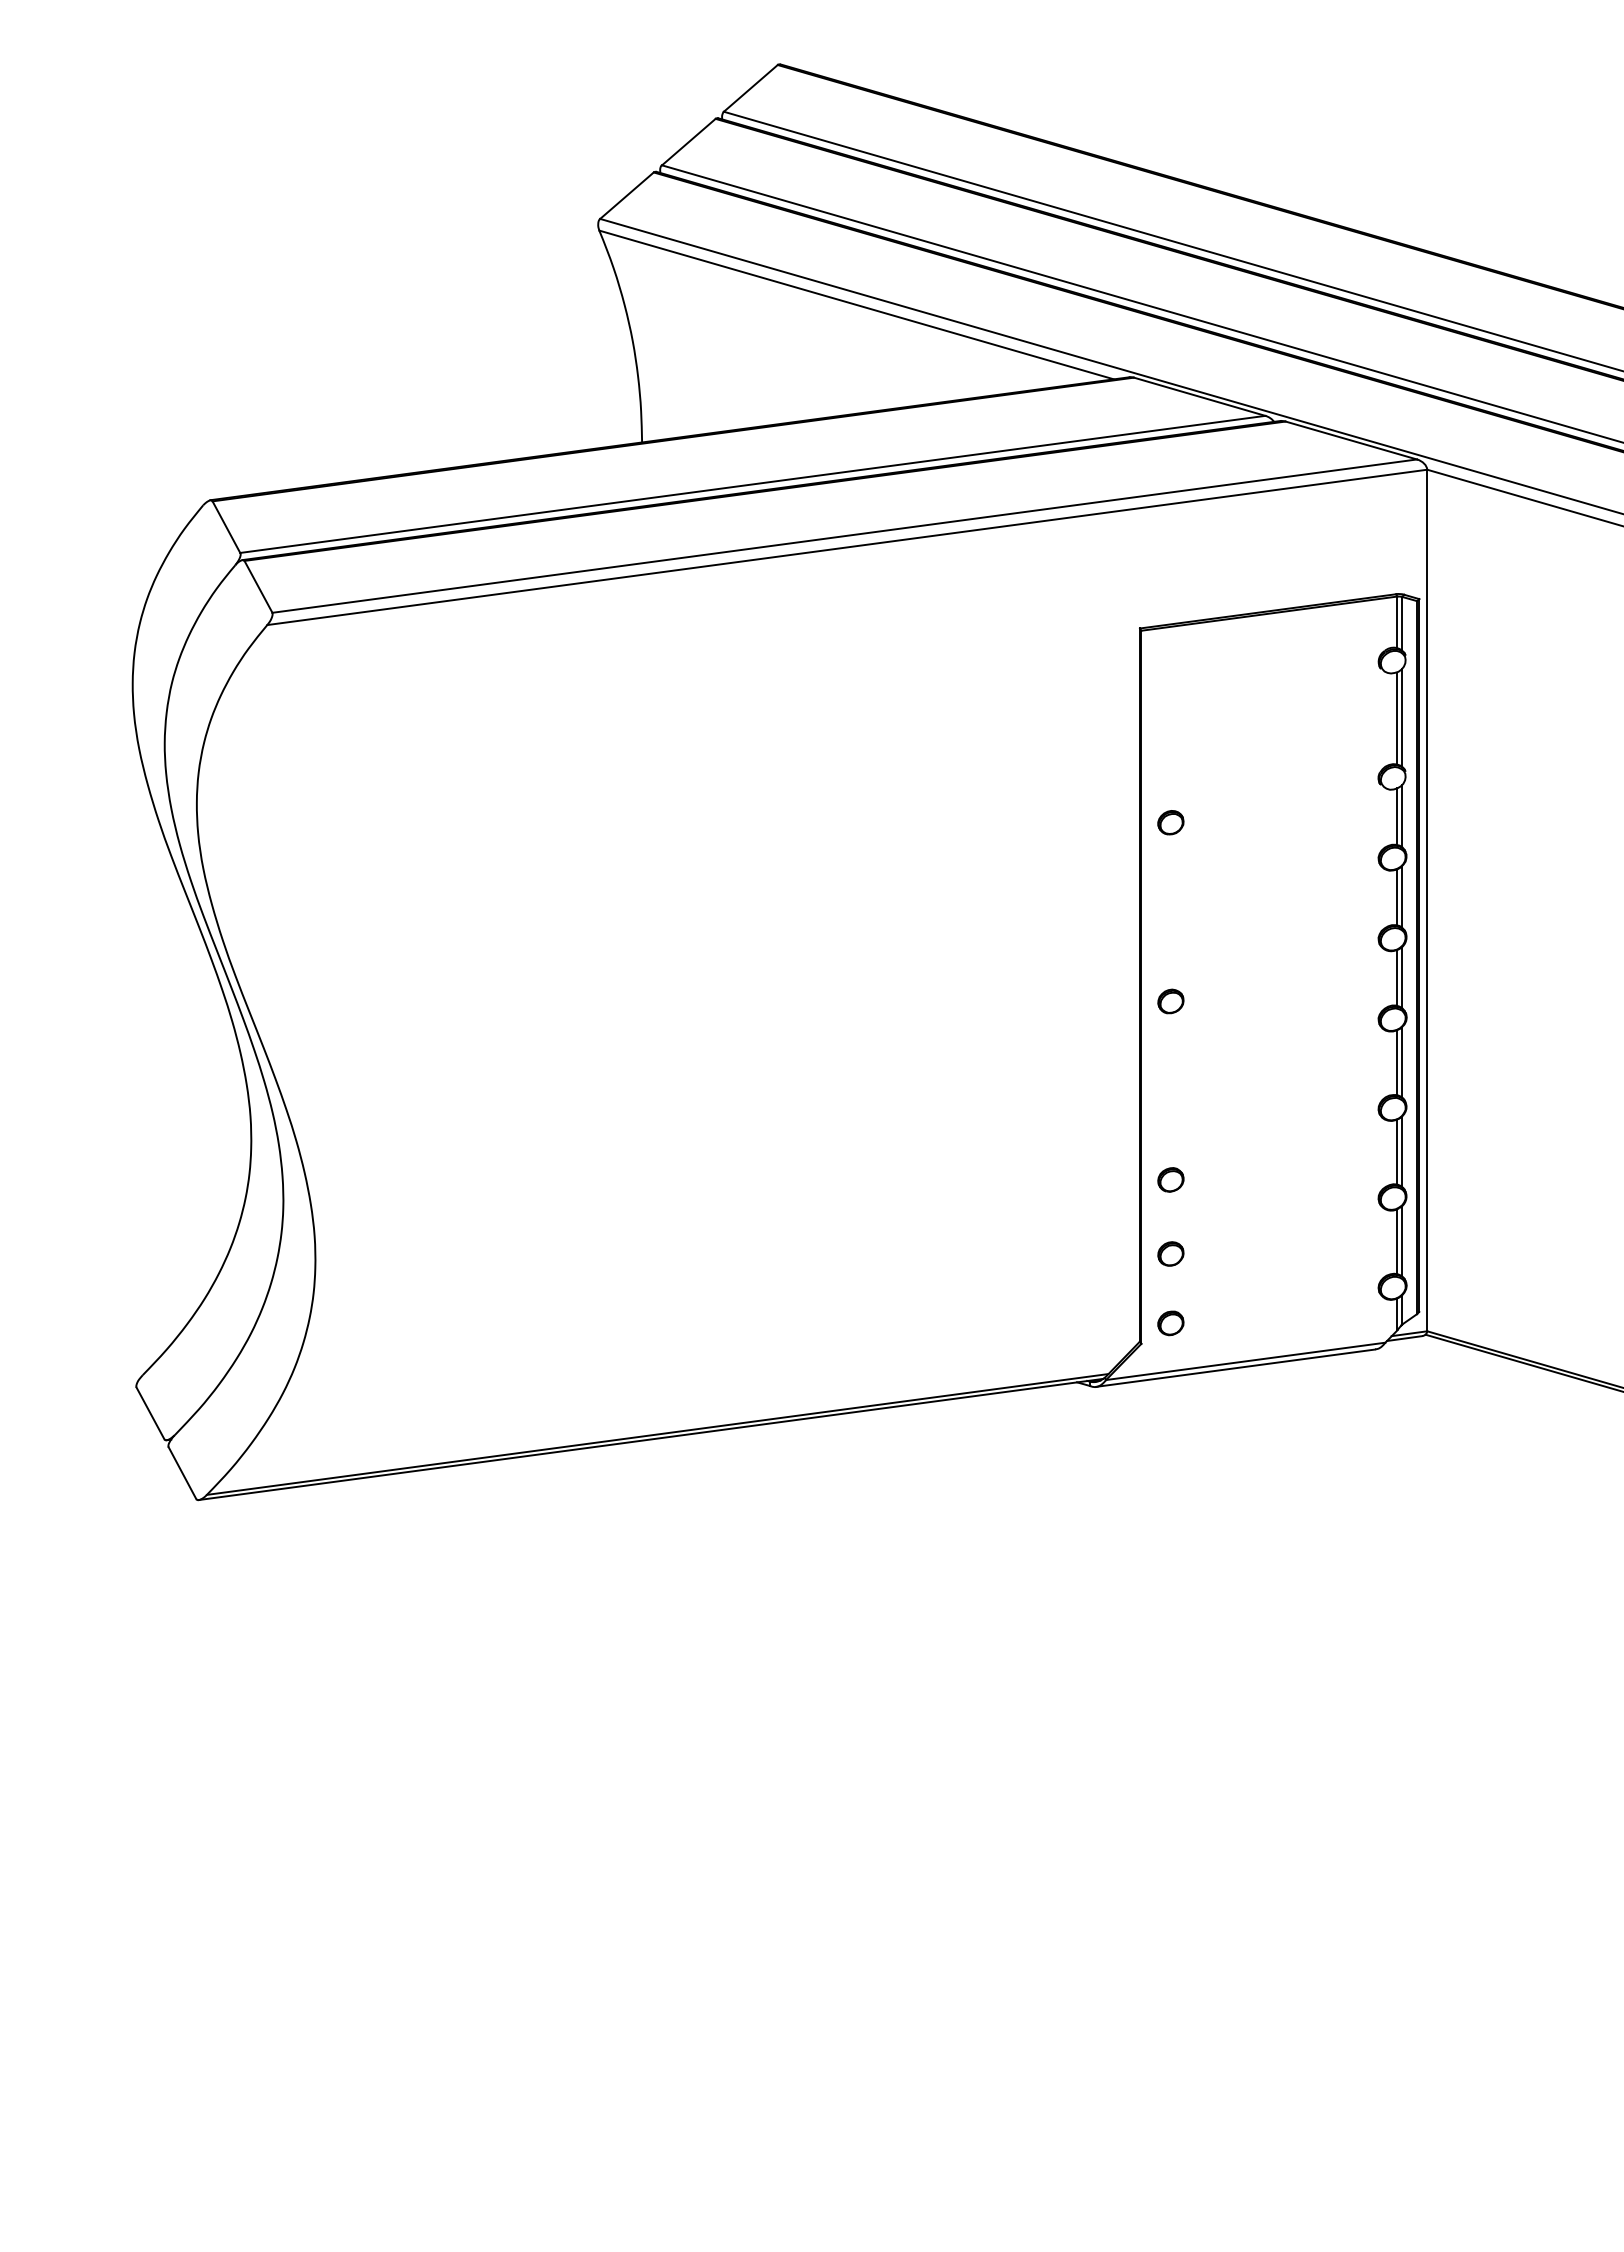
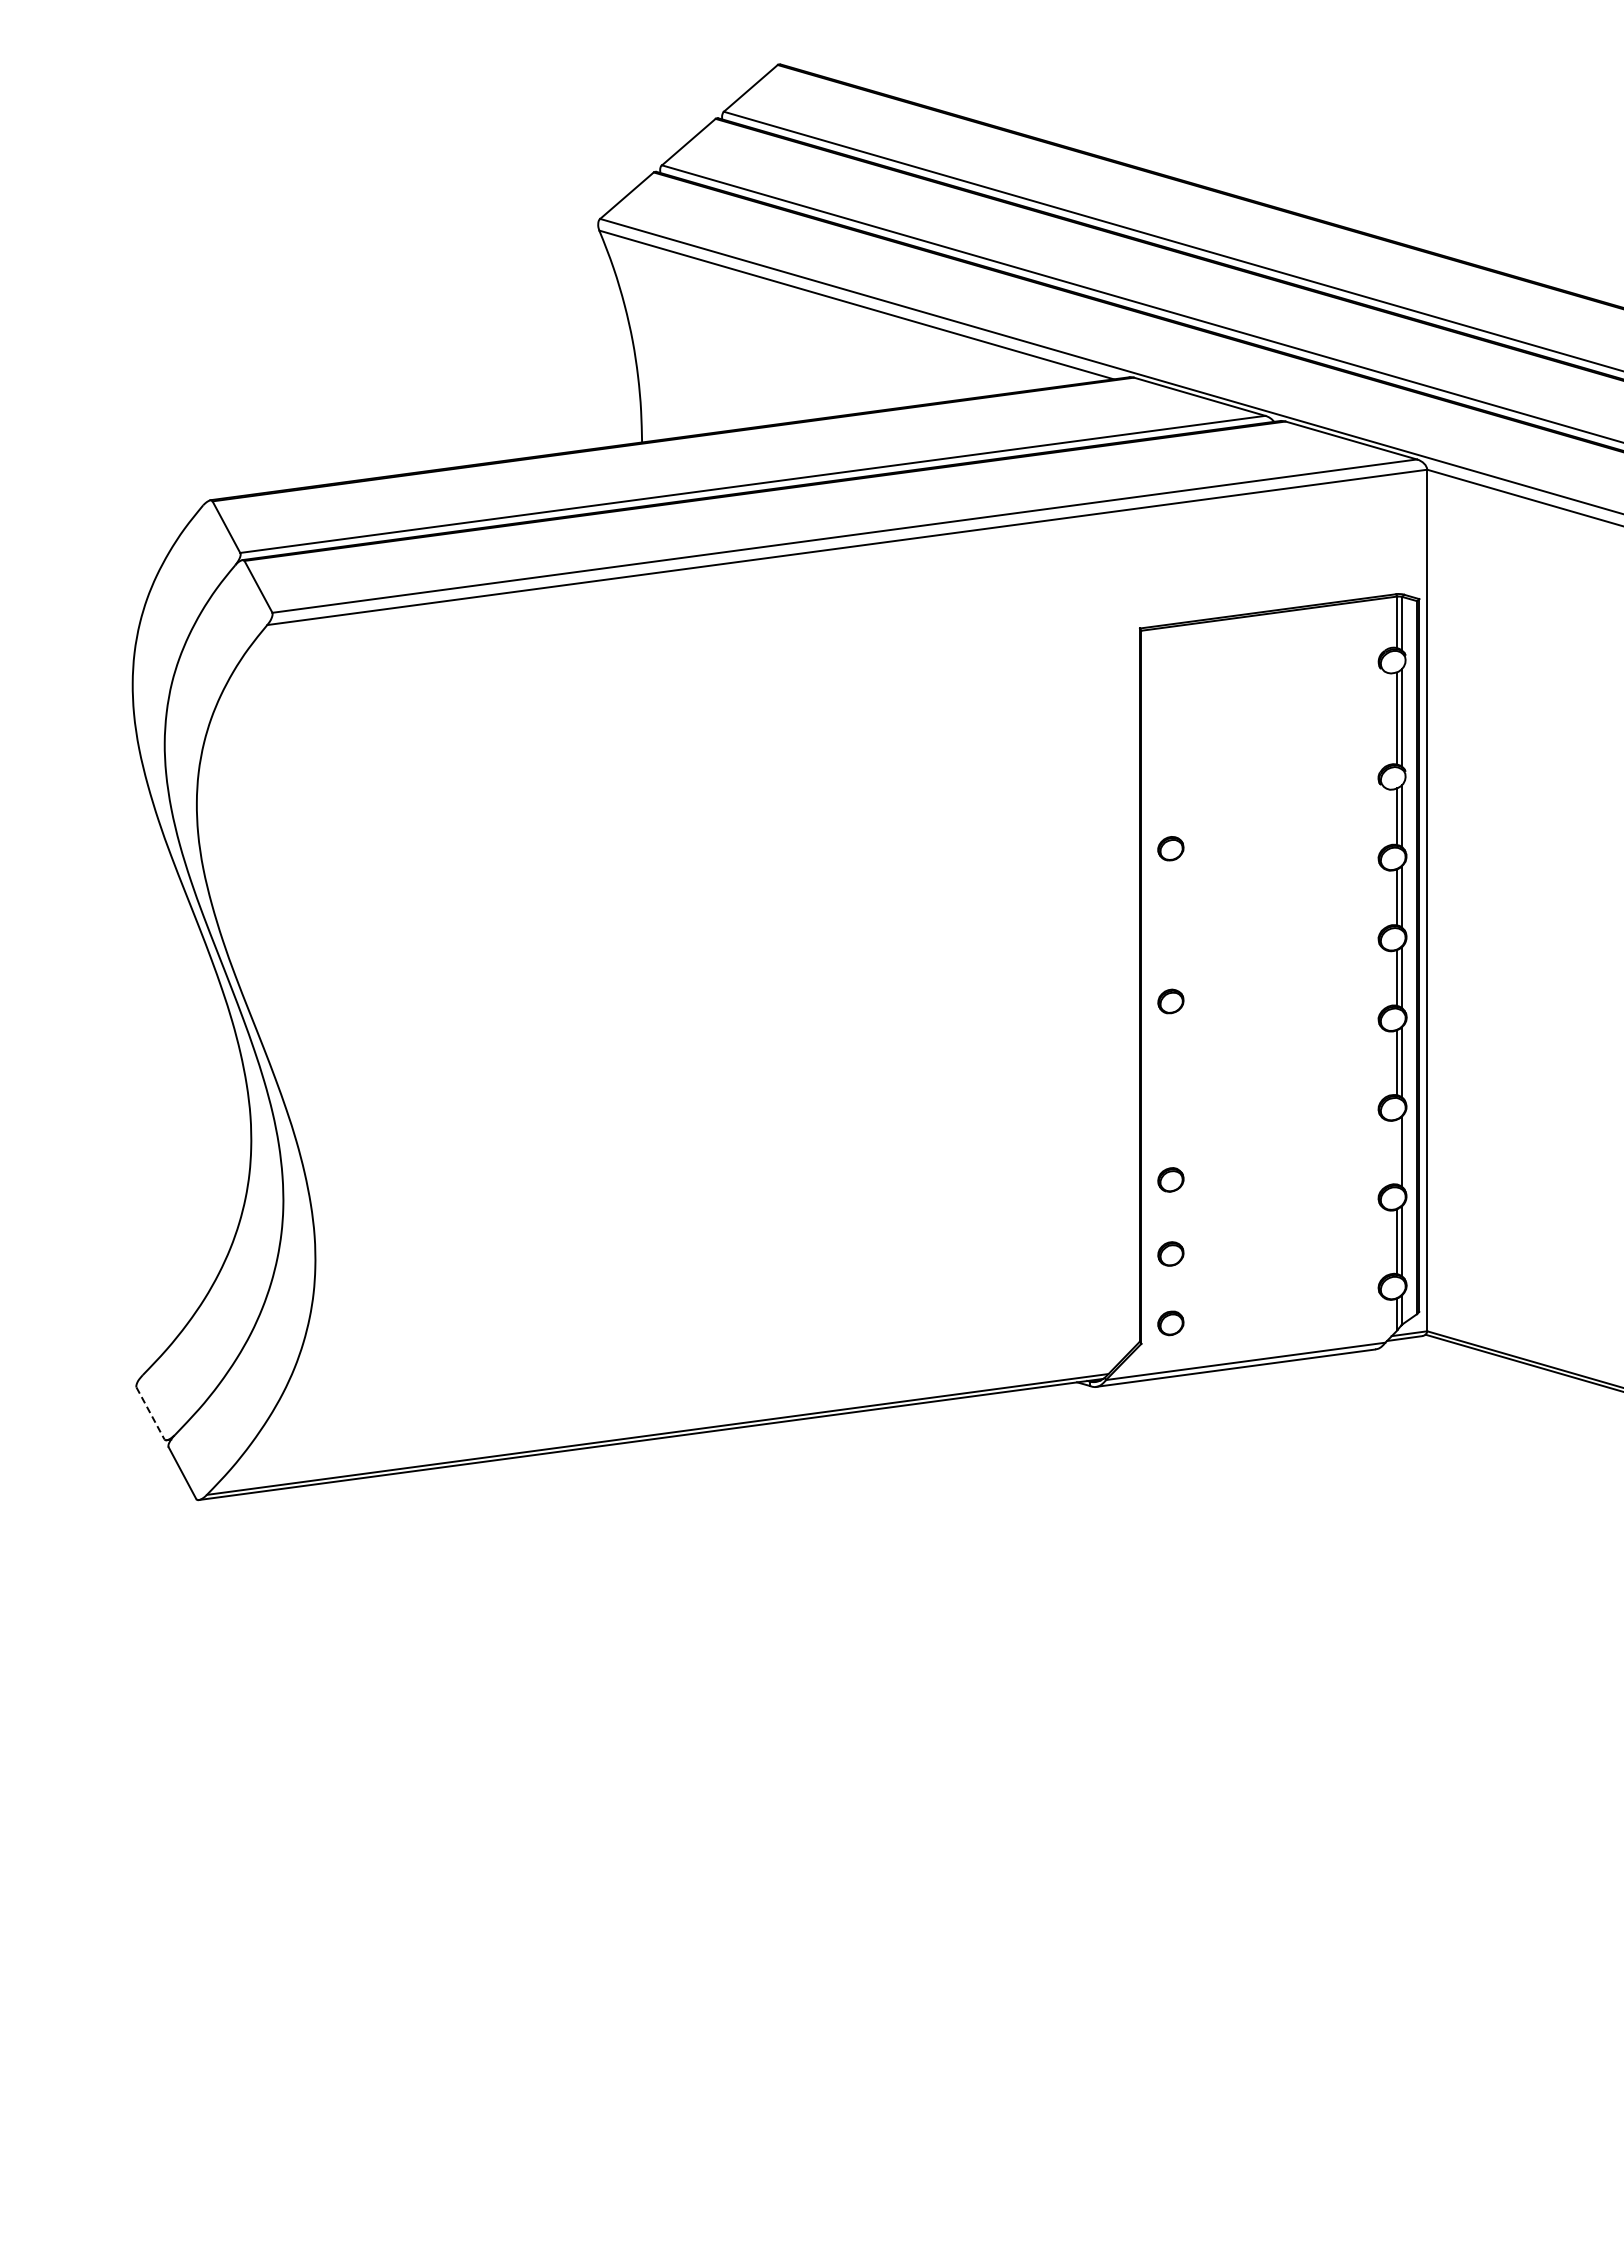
part at (1170, 822) position: (1170, 822) -> (1170, 848)
line at (1397, 1151): present -> none
line at (150, 1413): solid -> dashed
